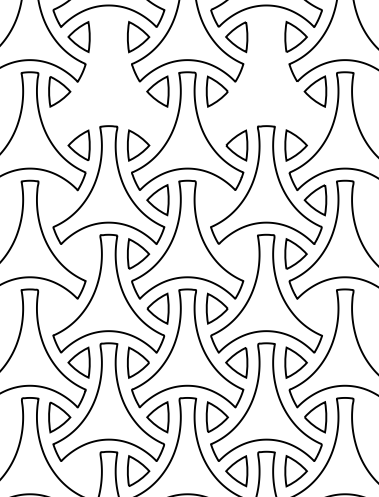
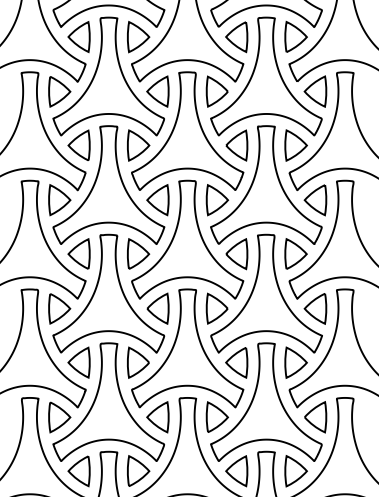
part at (108, 76): none -> present
part at (266, 76): none -> present
part at (59, 200): none -> present
part at (217, 200): none -> present
part at (78, 253): none -> present
part at (236, 254): none -> present
part at (59, 308): none -> present
part at (315, 308): none -> present
part at (78, 471): none -> present
